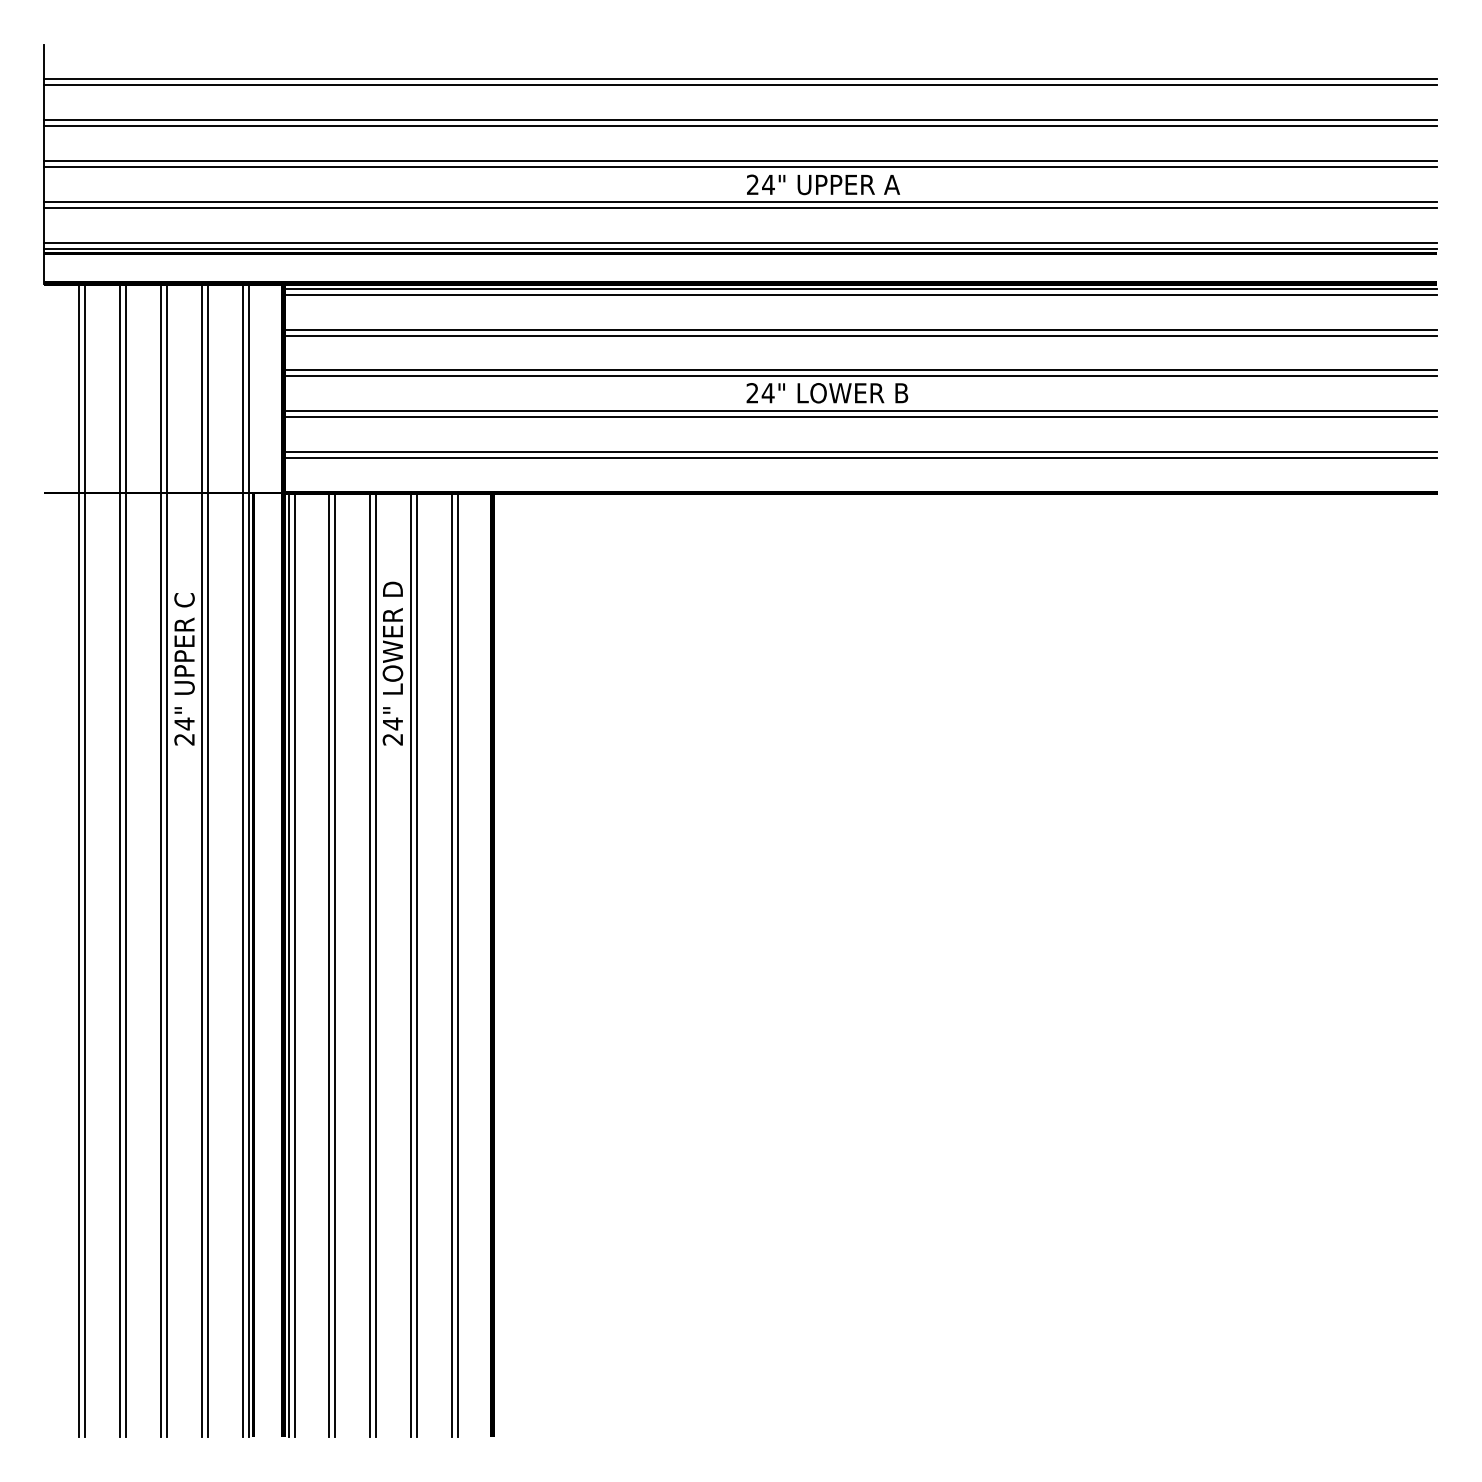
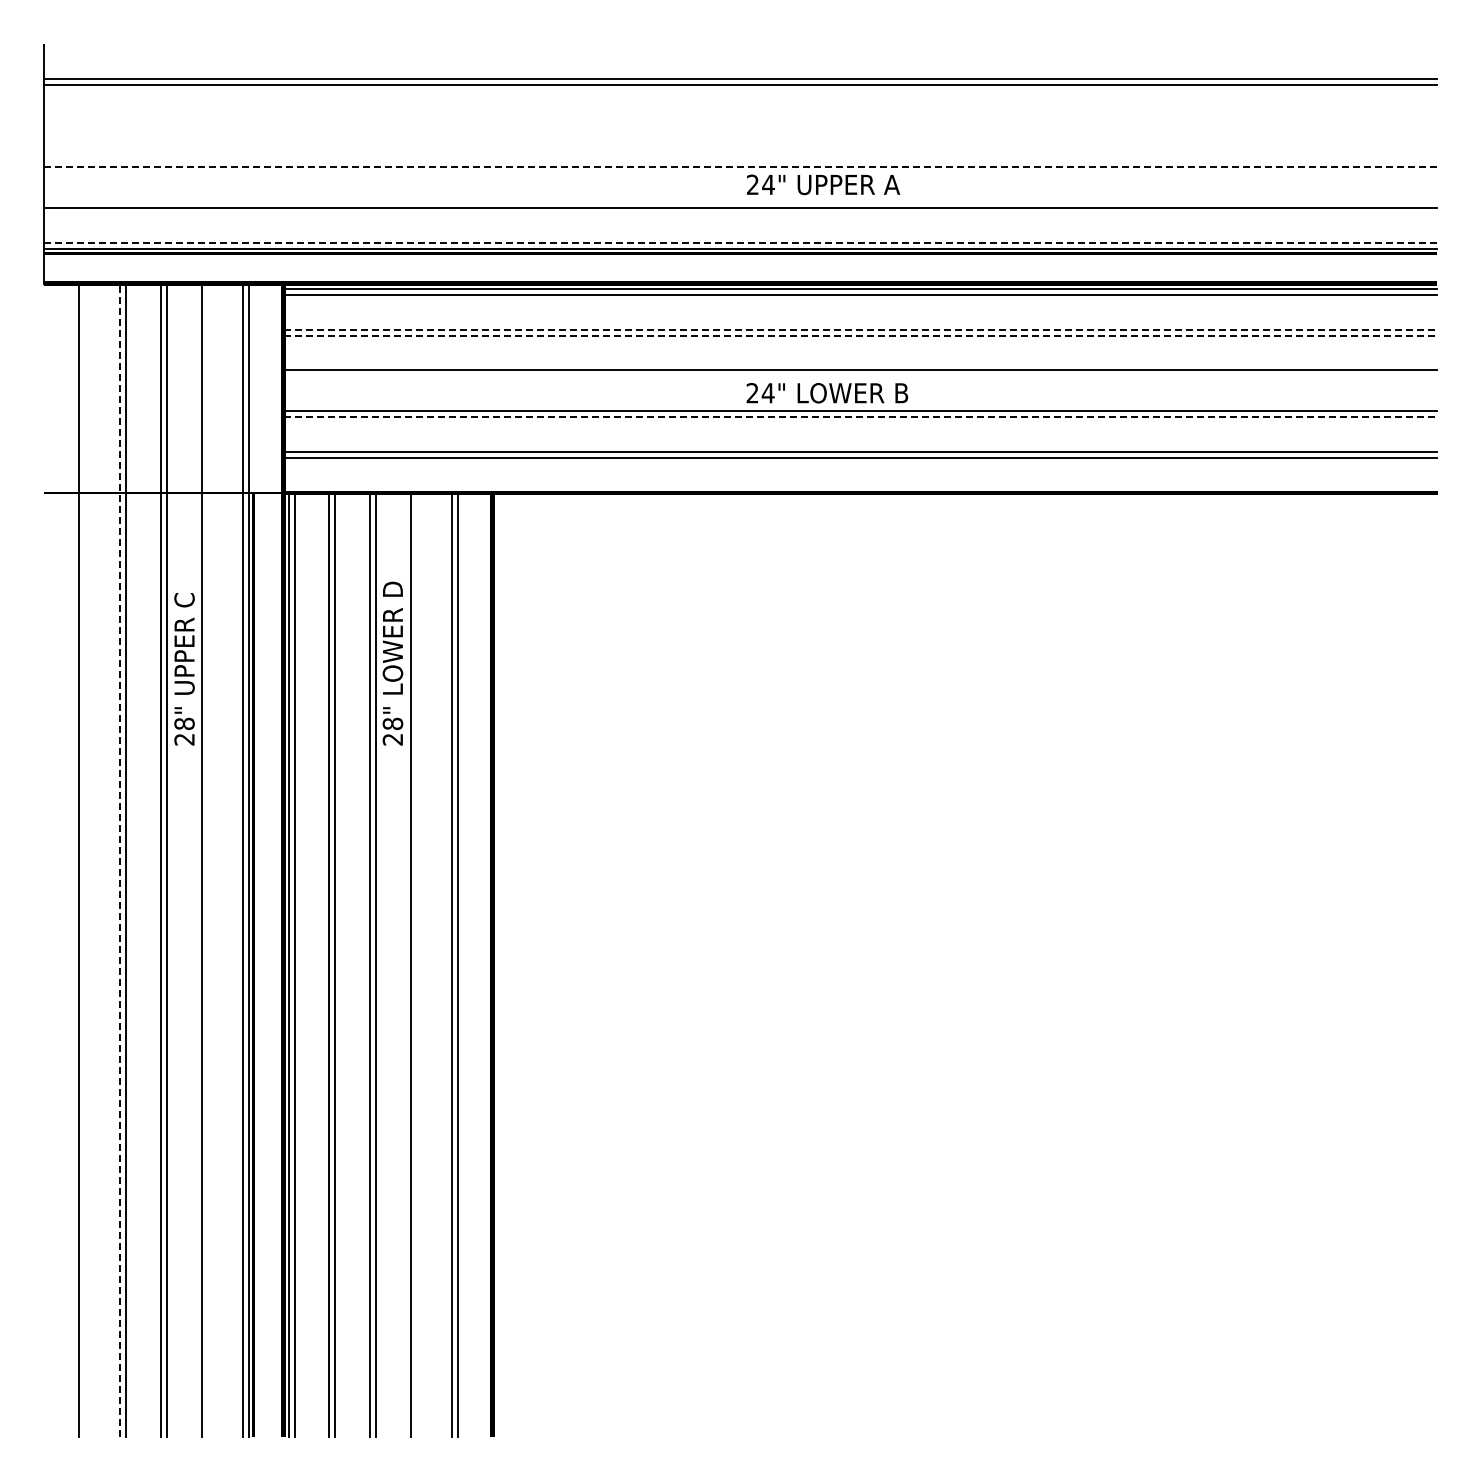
line at (740, 120): present -> none
line at (740, 126): present -> none
line at (740, 161): present -> none
line at (741, 167): solid -> dashed
line at (740, 202): present -> none
line at (741, 242): solid -> dashed
line at (860, 329): solid -> dashed
line at (860, 335): solid -> dashed
line at (860, 376): present -> none
line at (860, 417): solid -> dashed
text at (184, 723): 24" -> 28"
text at (392, 723): 24" -> 28"
line at (85, 860): present -> none
line at (120, 860): solid -> dashed
line at (207, 860): present -> none
line at (417, 965): present -> none
